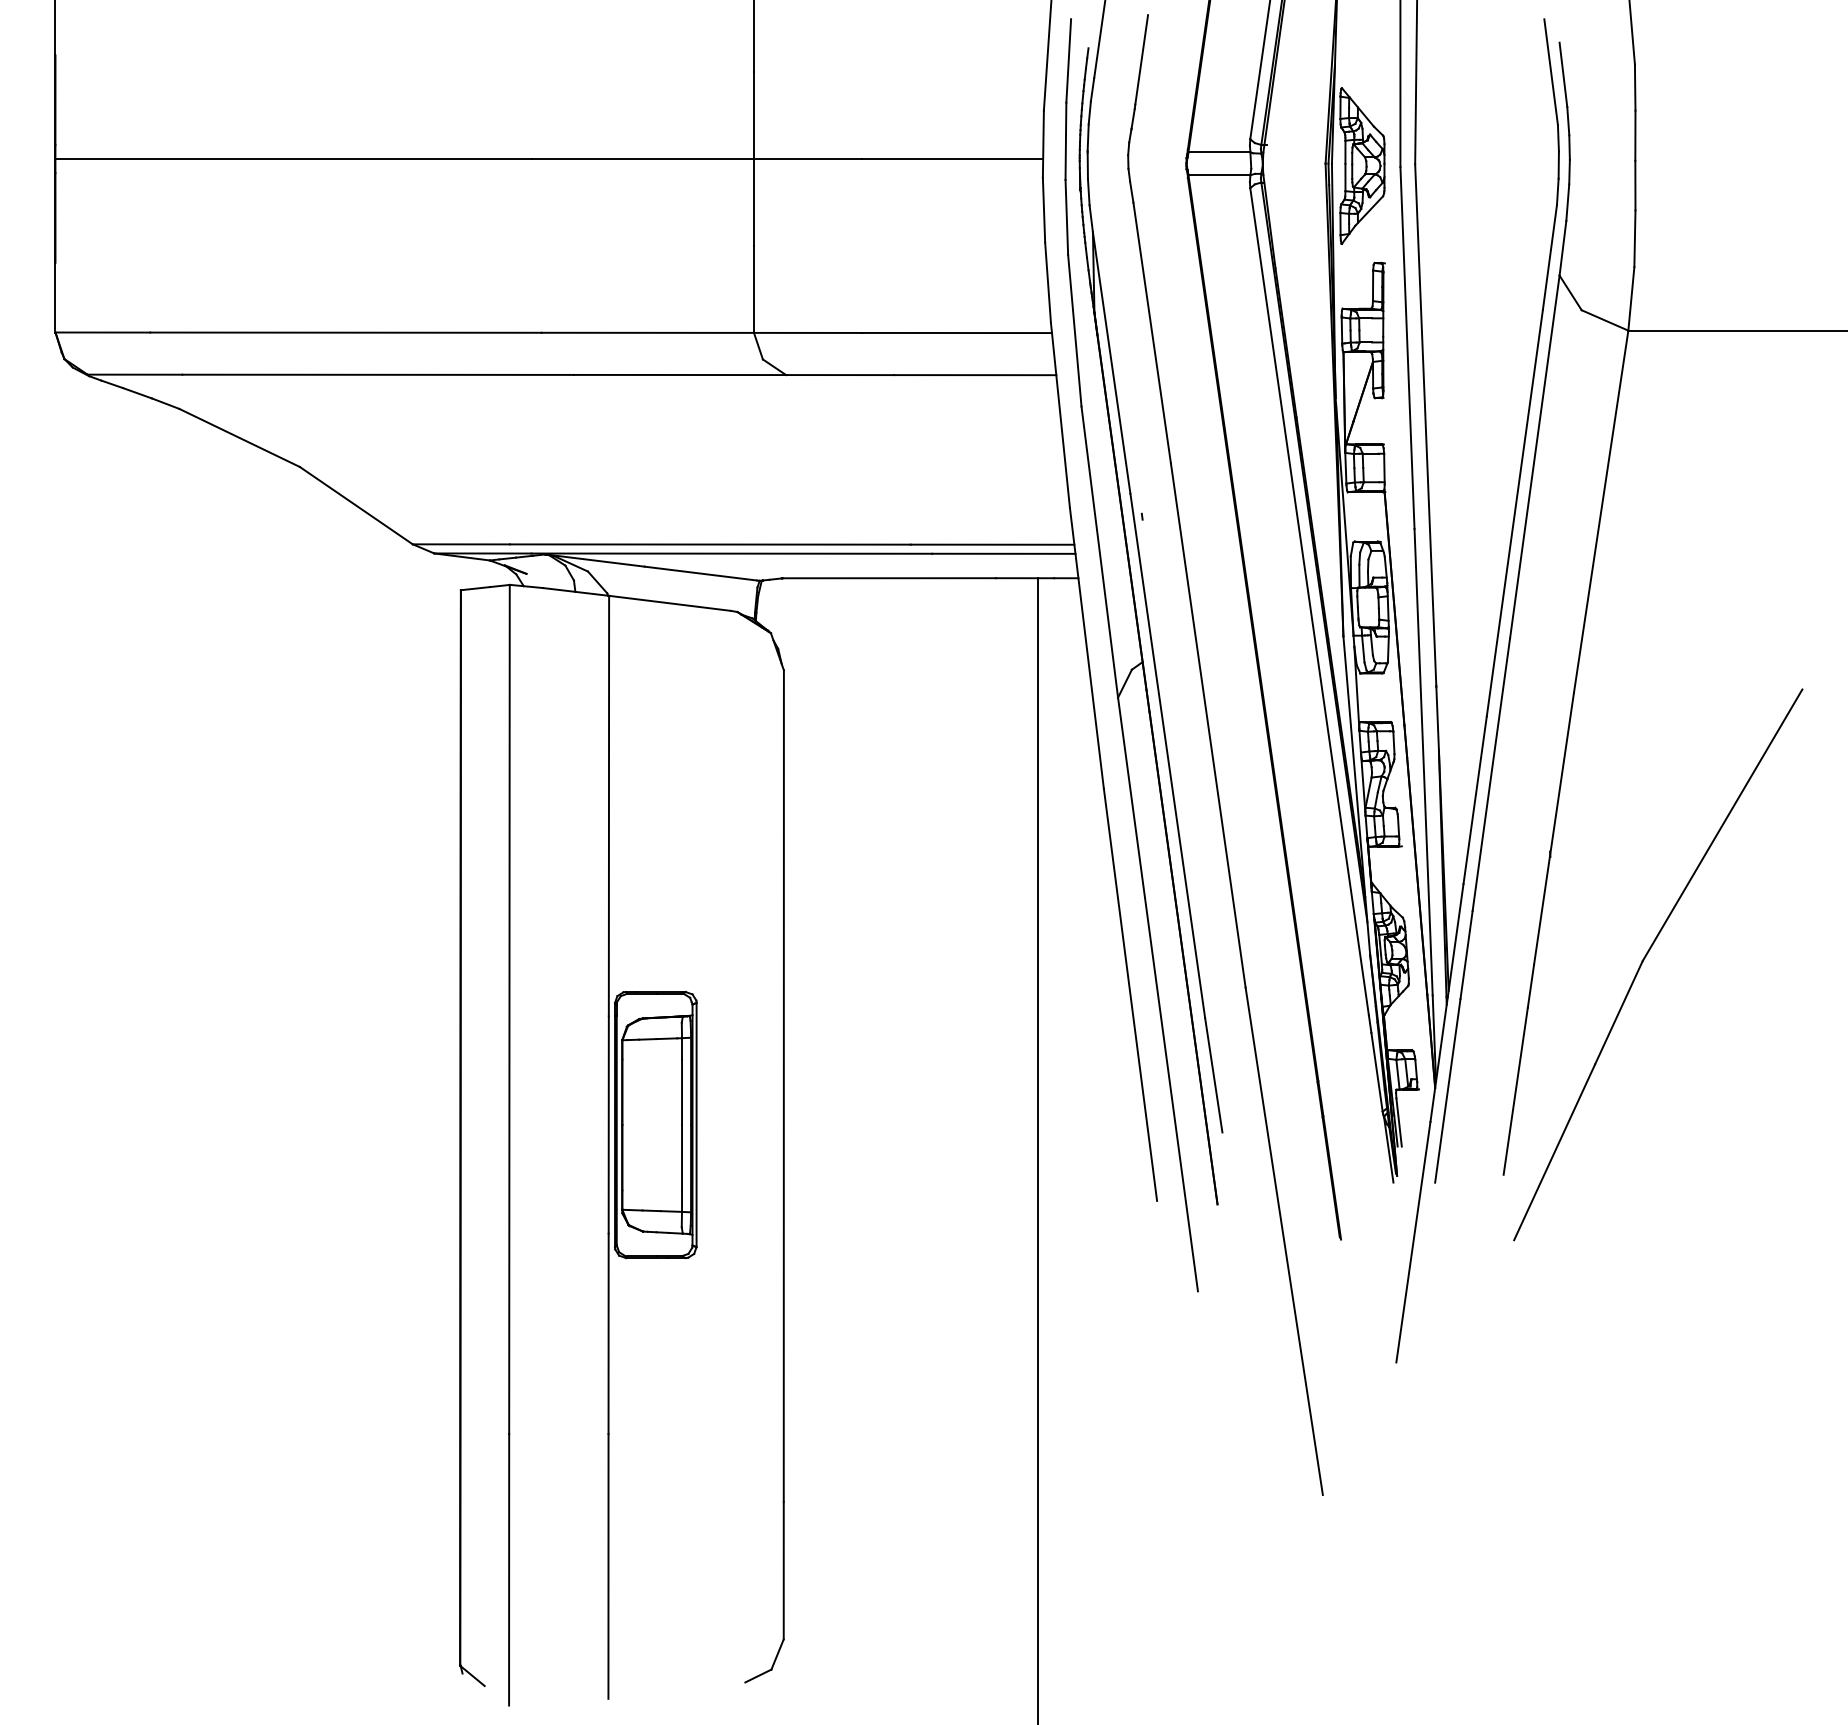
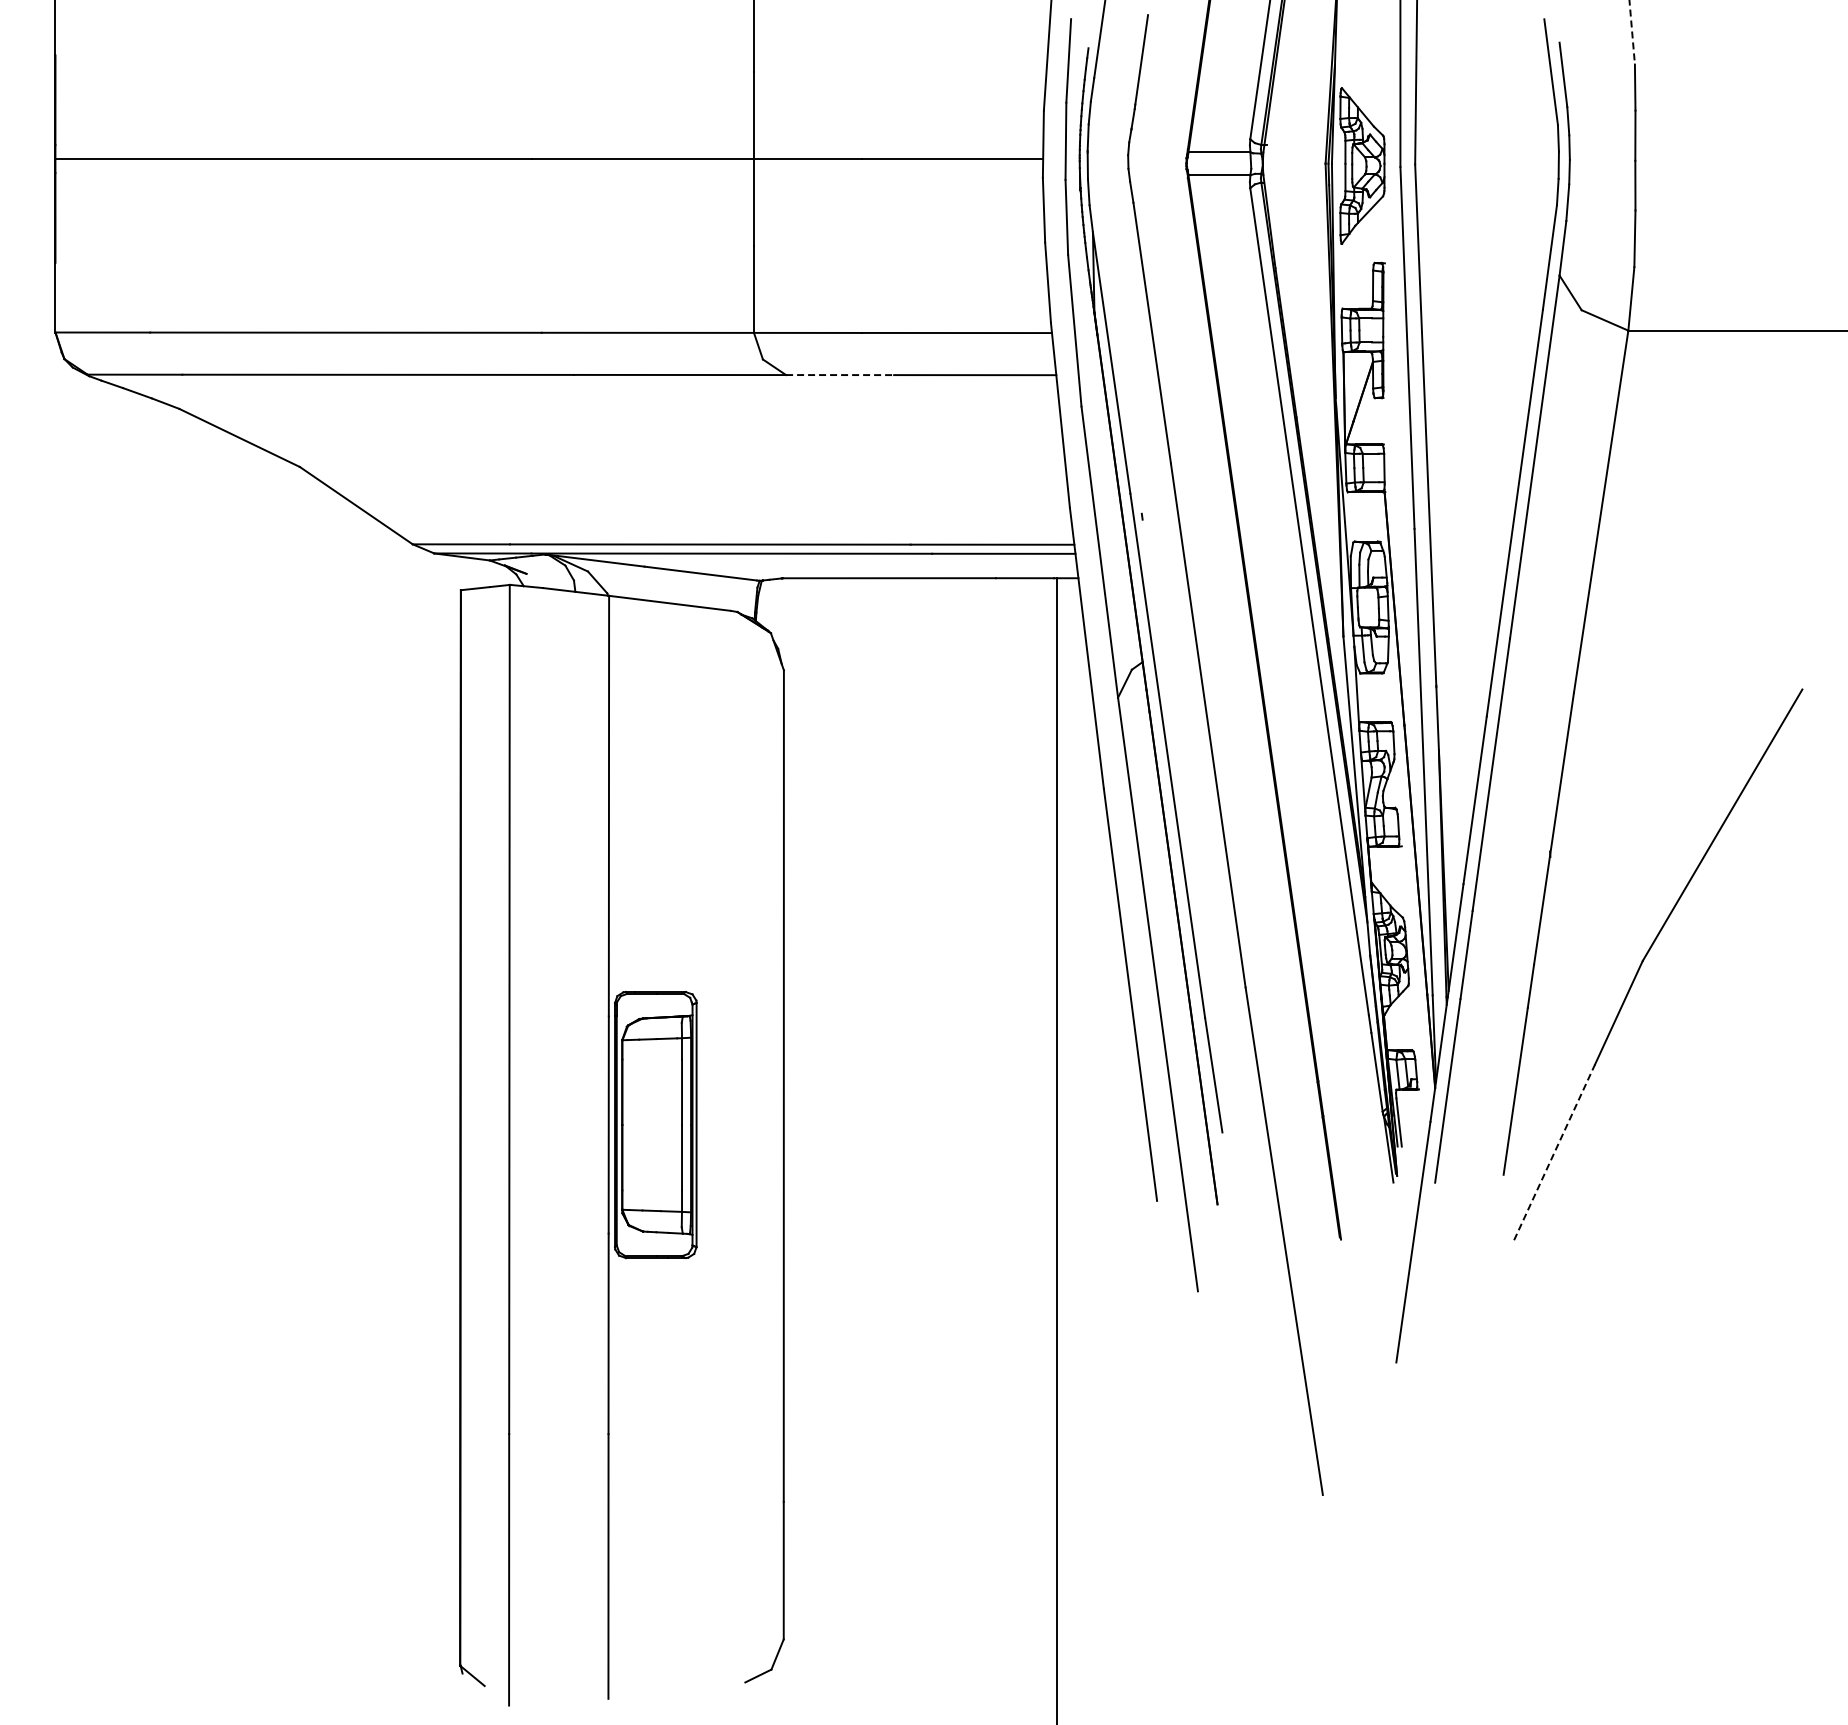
line at (1632, 33): solid -> dashed
line at (840, 375): solid -> dashed
line at (1038, 1149) position: (1038, 1149) -> (1057, 1149)
line at (1554, 1152): solid -> dashed
